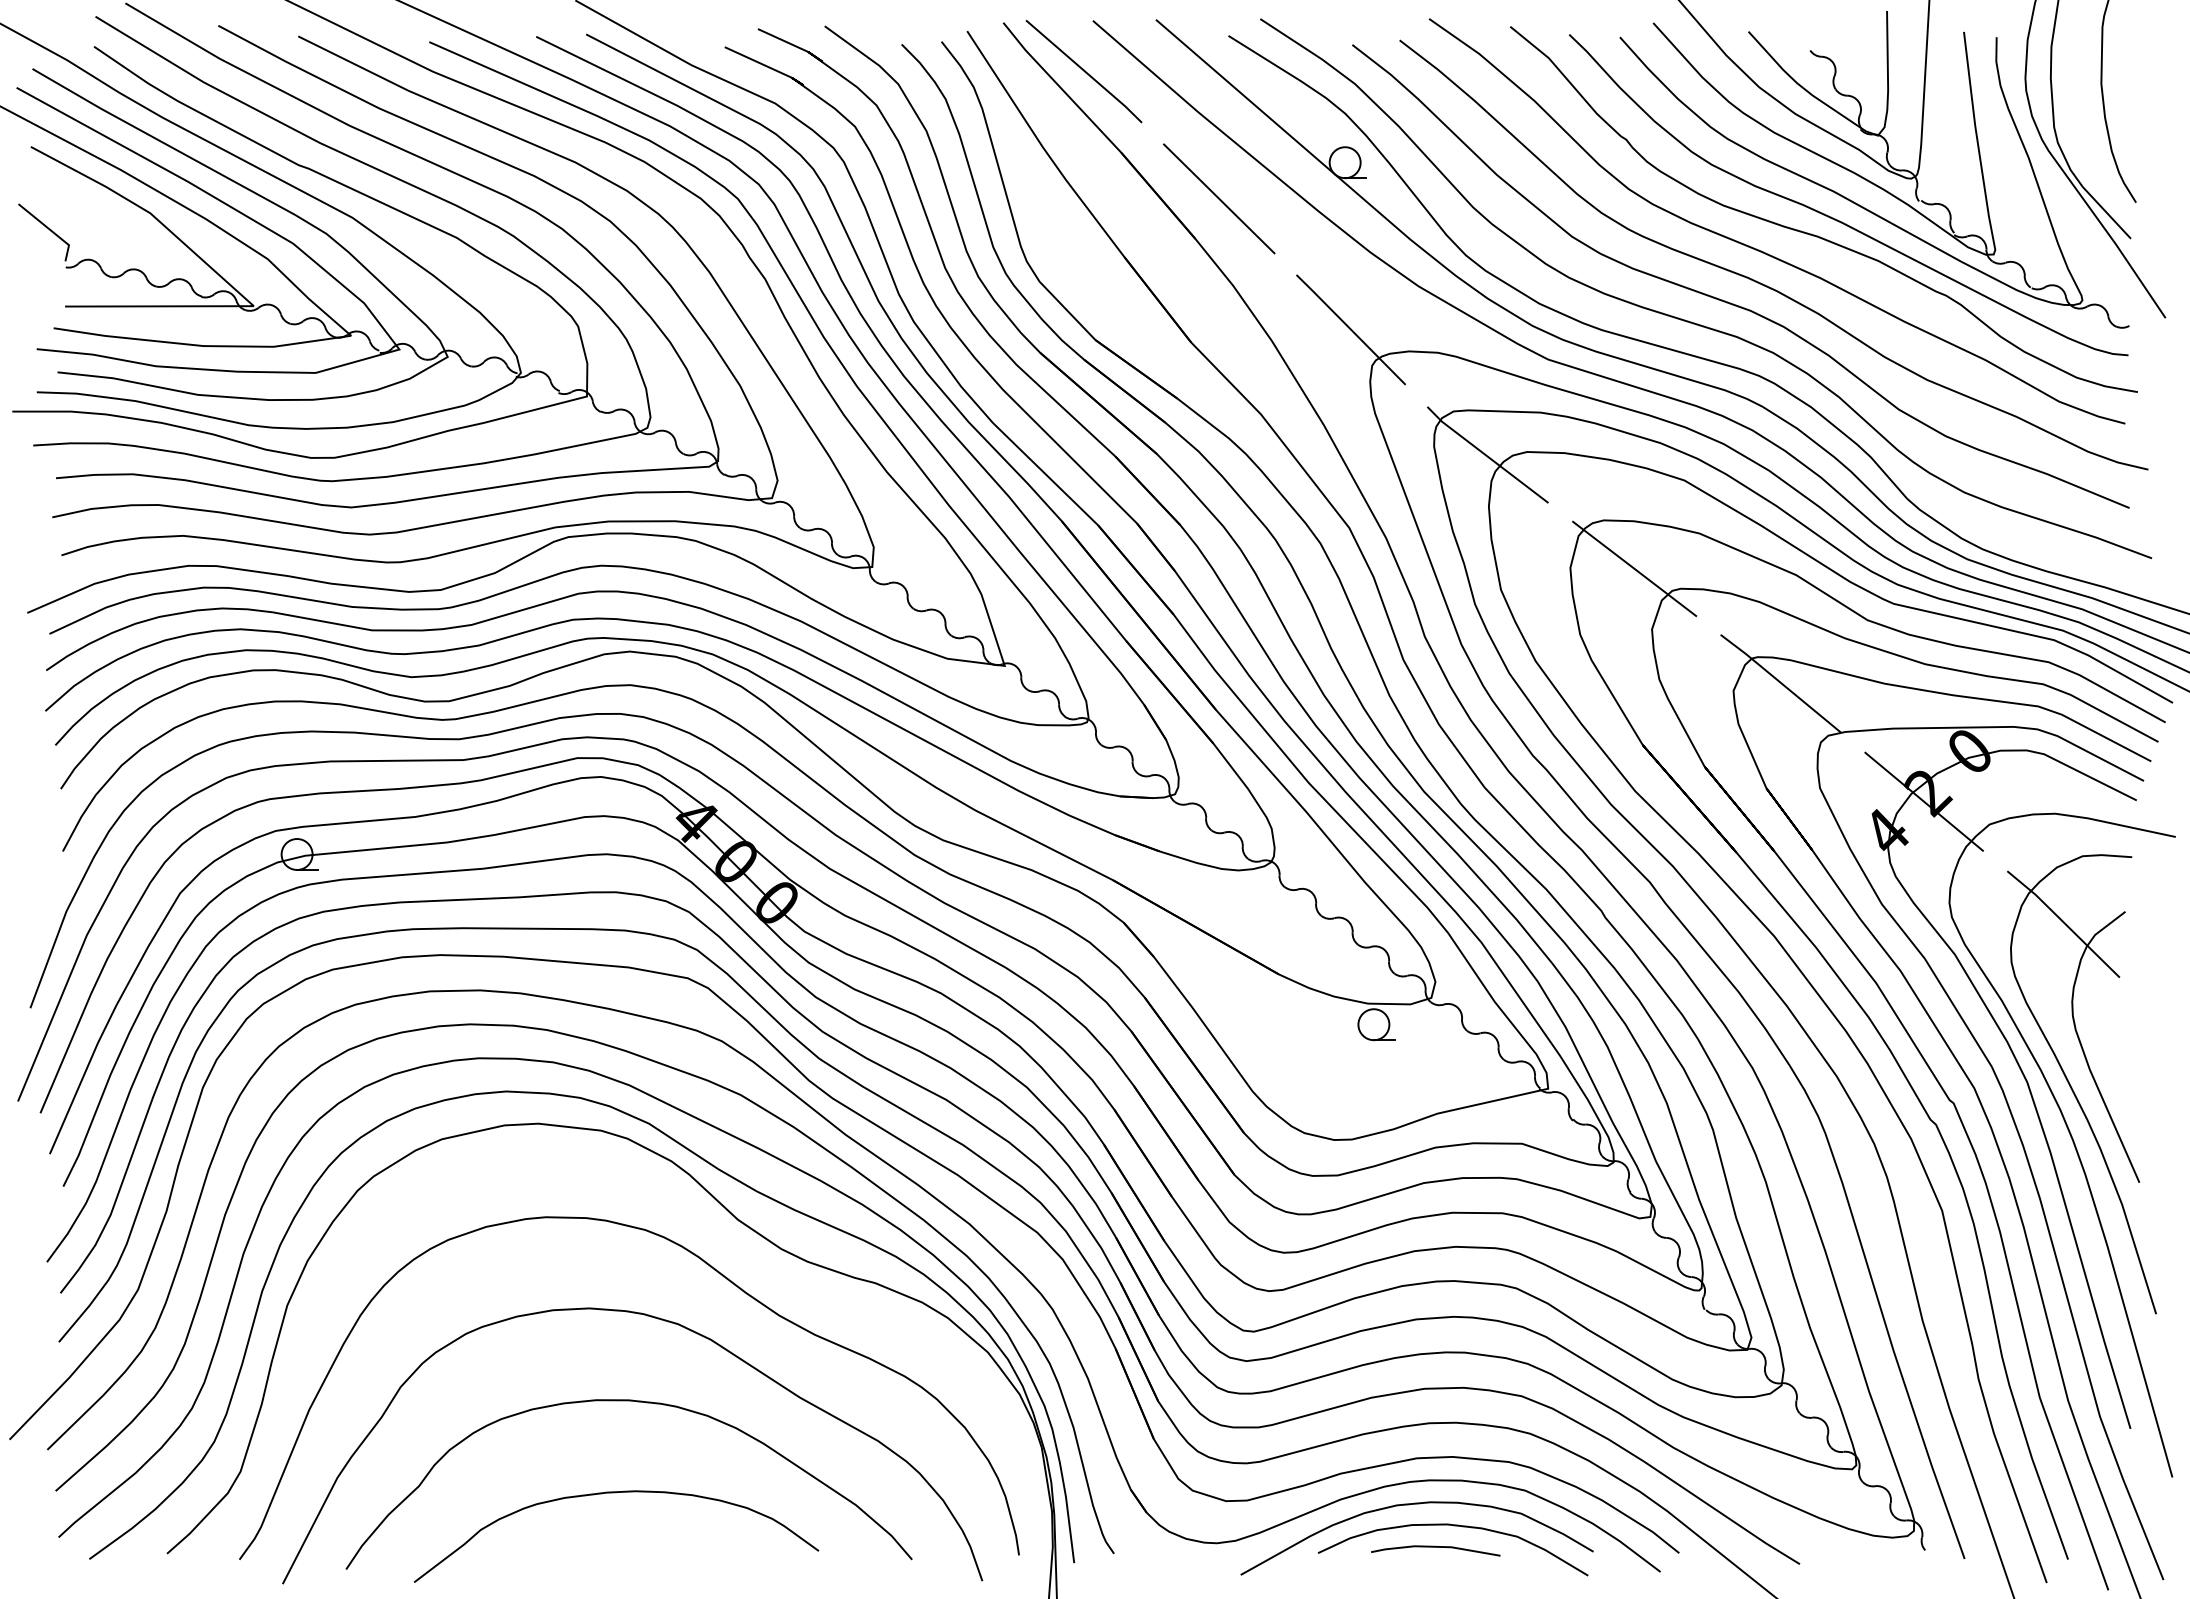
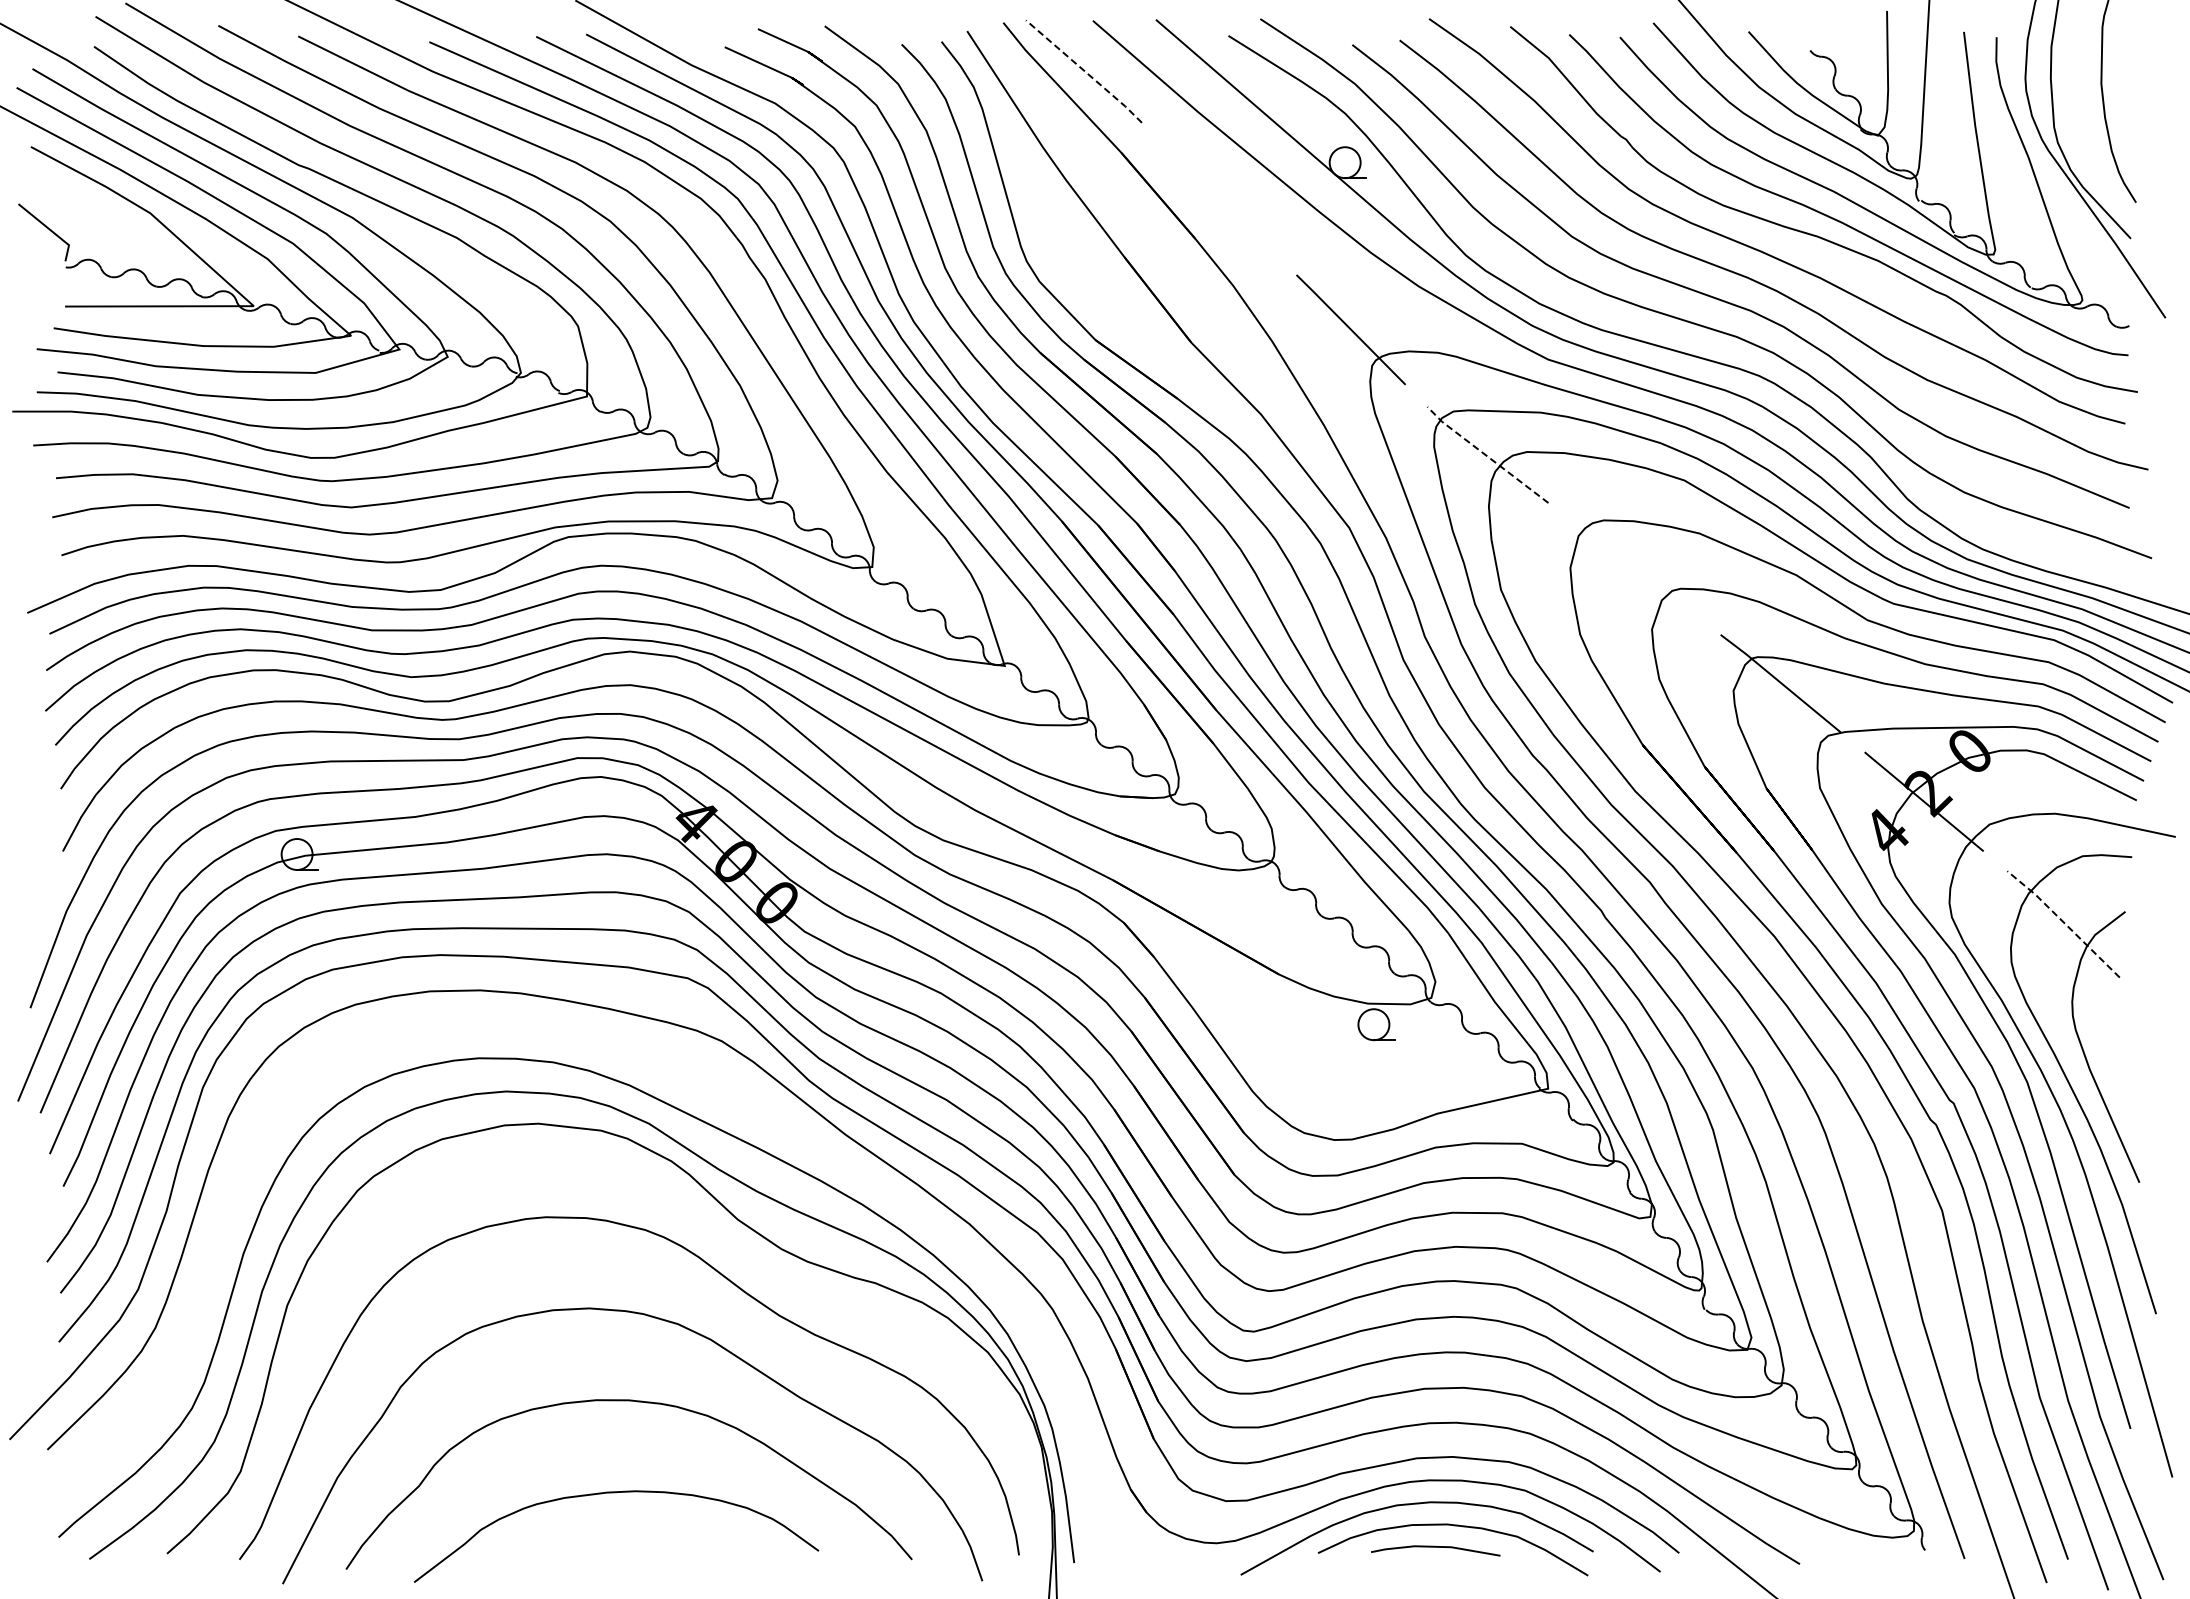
line at (1084, 71): solid -> dashed
line at (1219, 198): present -> none
line at (1486, 455): solid -> dashed
line at (1634, 568): present -> none
line at (2063, 922): solid -> dashed
curve at (670, 1068): present -> none
